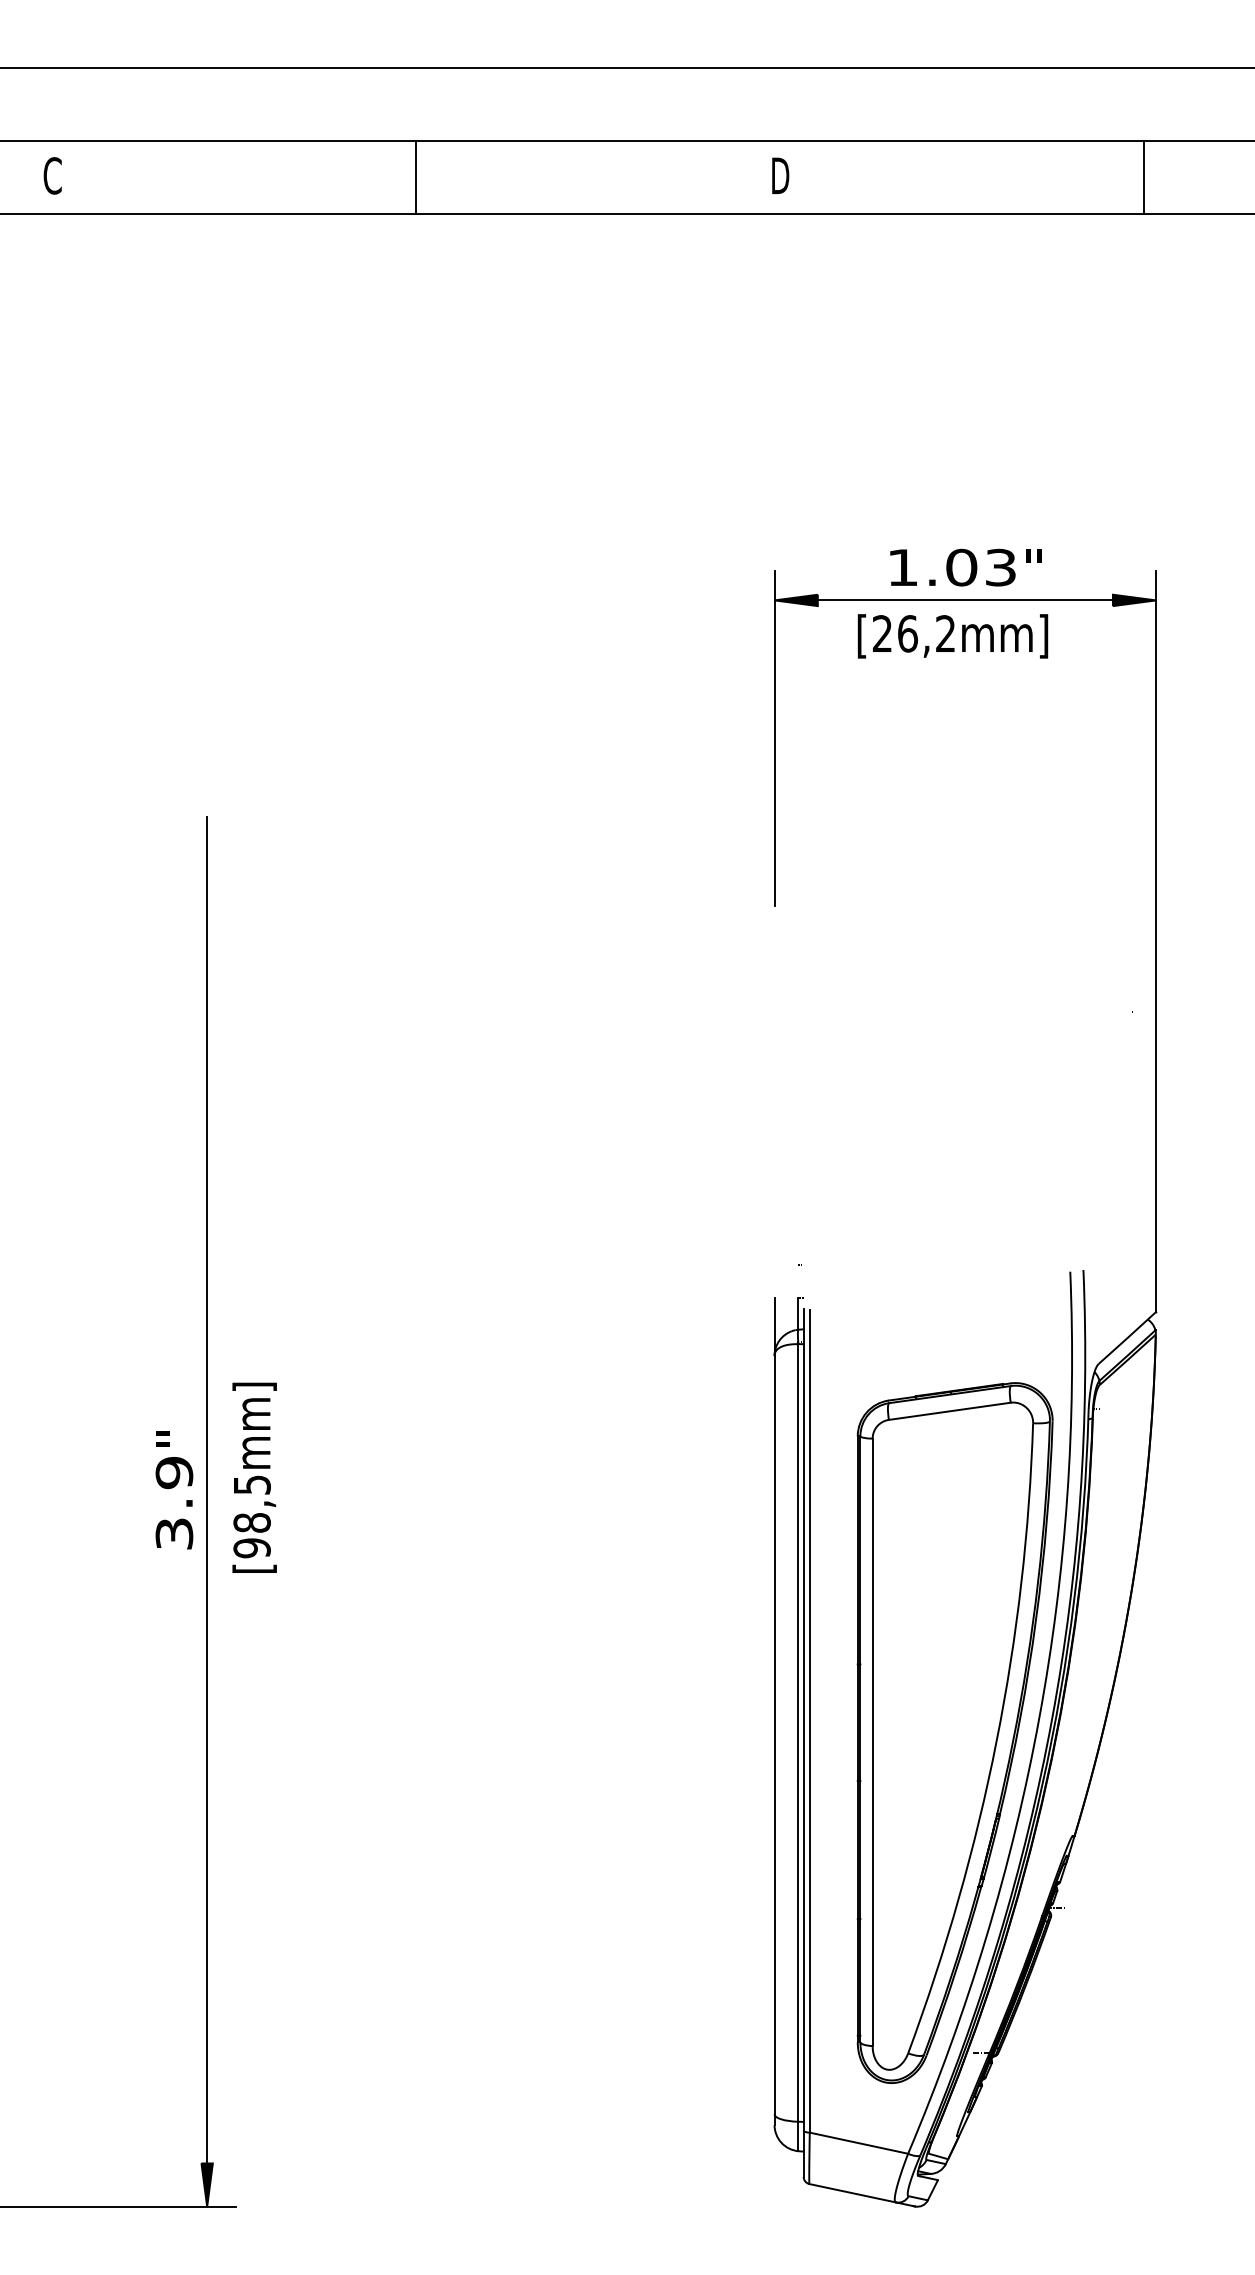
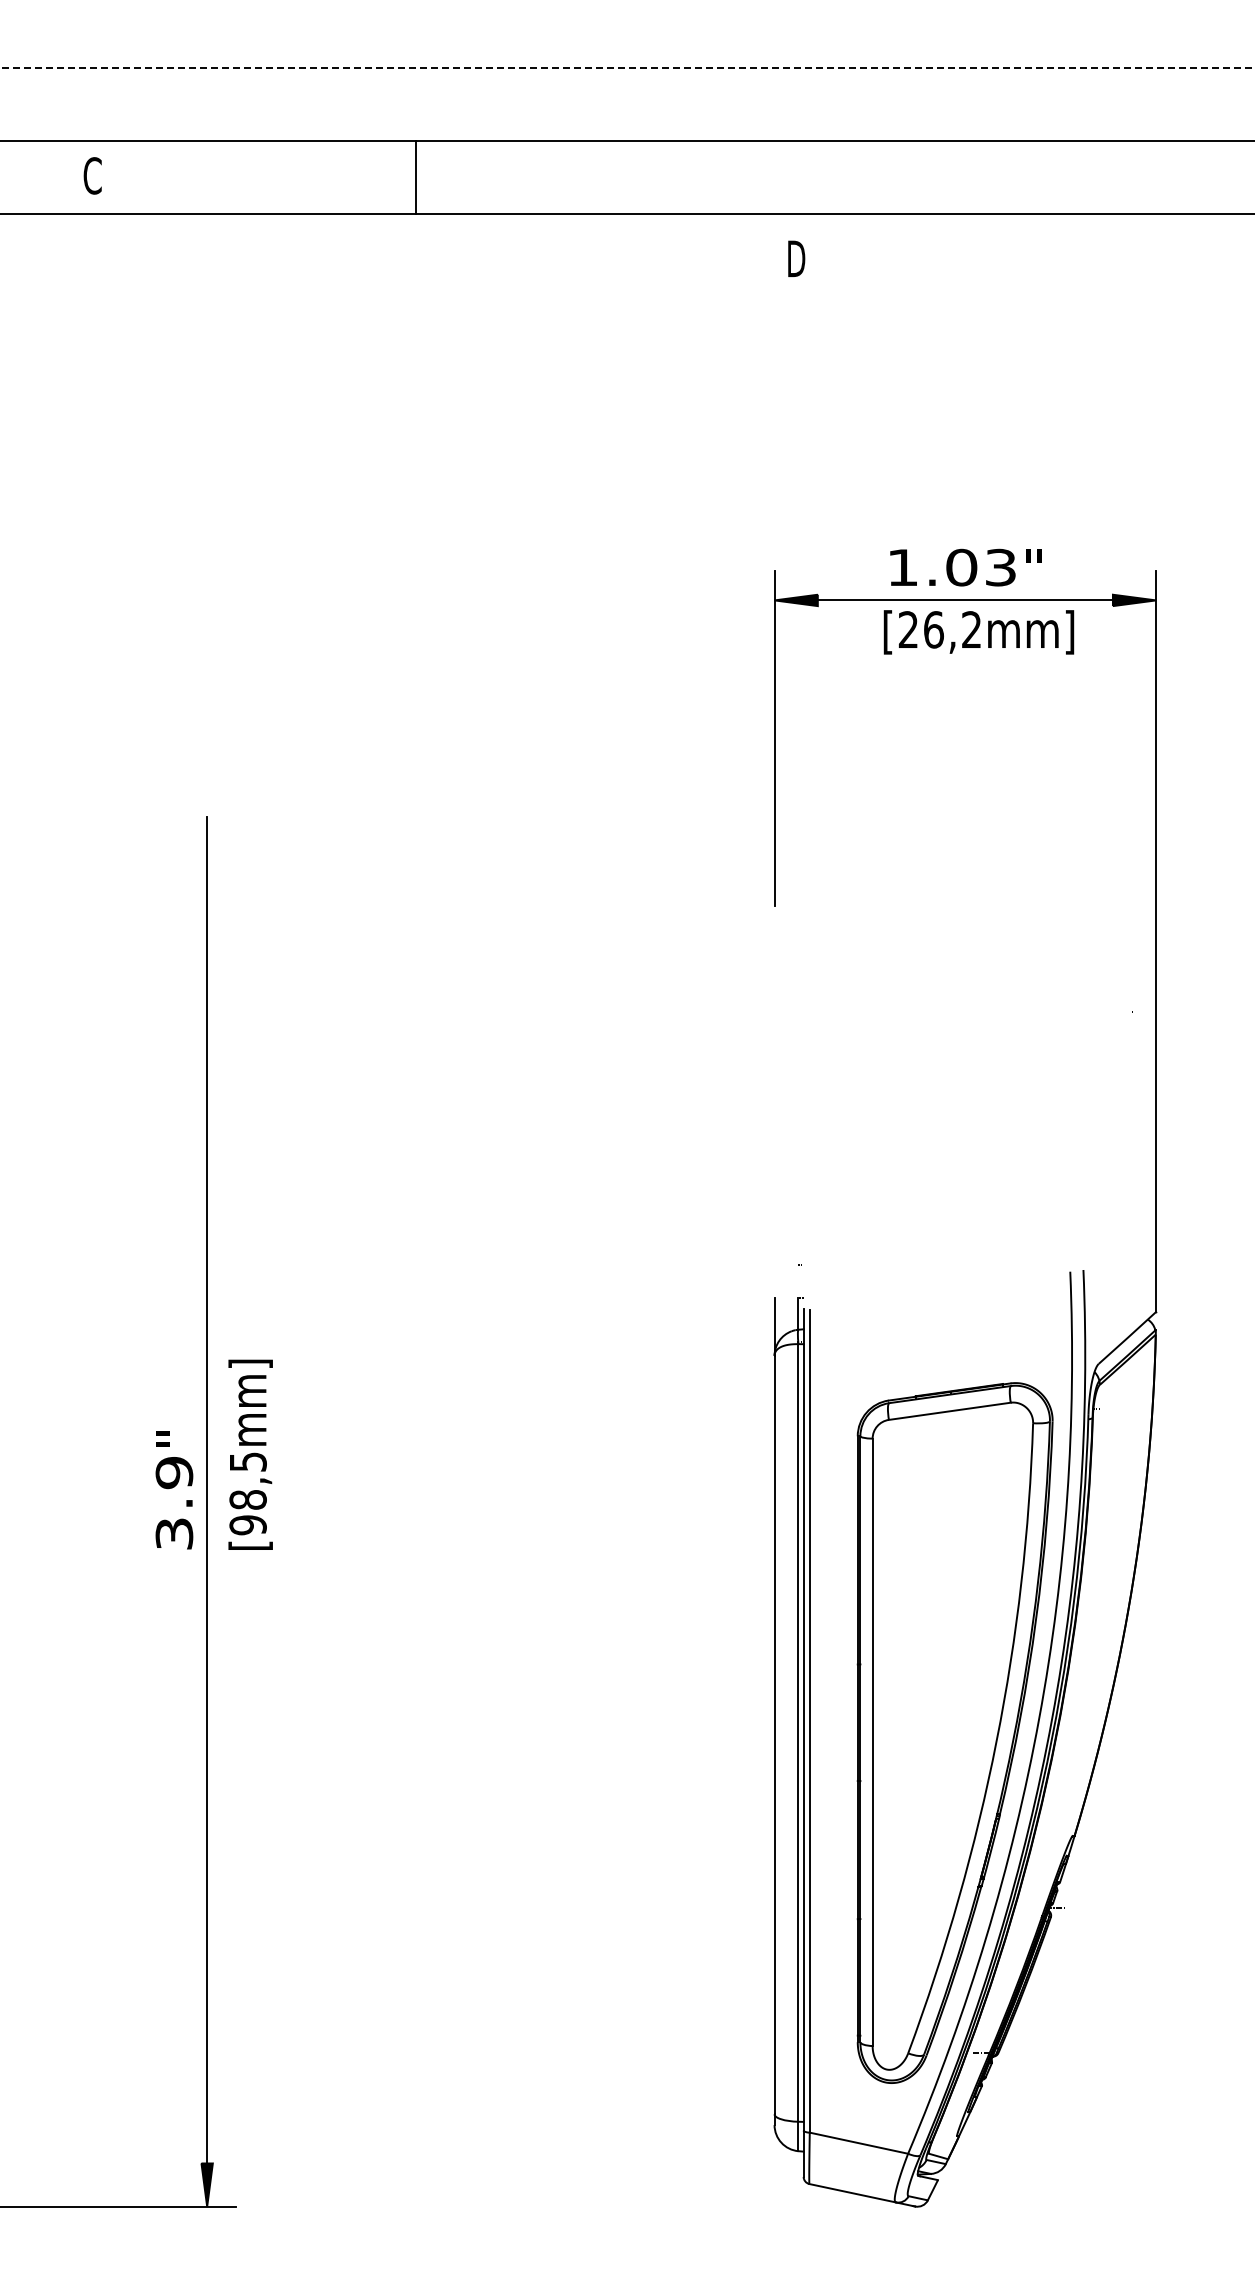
line at (628, 68): solid -> dashed
text at (52, 175) position: (52, 175) -> (92, 175)
text at (780, 175) position: (780, 175) -> (796, 258)
line at (1143, 177): present -> none
text at (952, 636) position: (952, 636) -> (978, 632)
text at (254, 1477) position: (254, 1477) -> (250, 1454)
